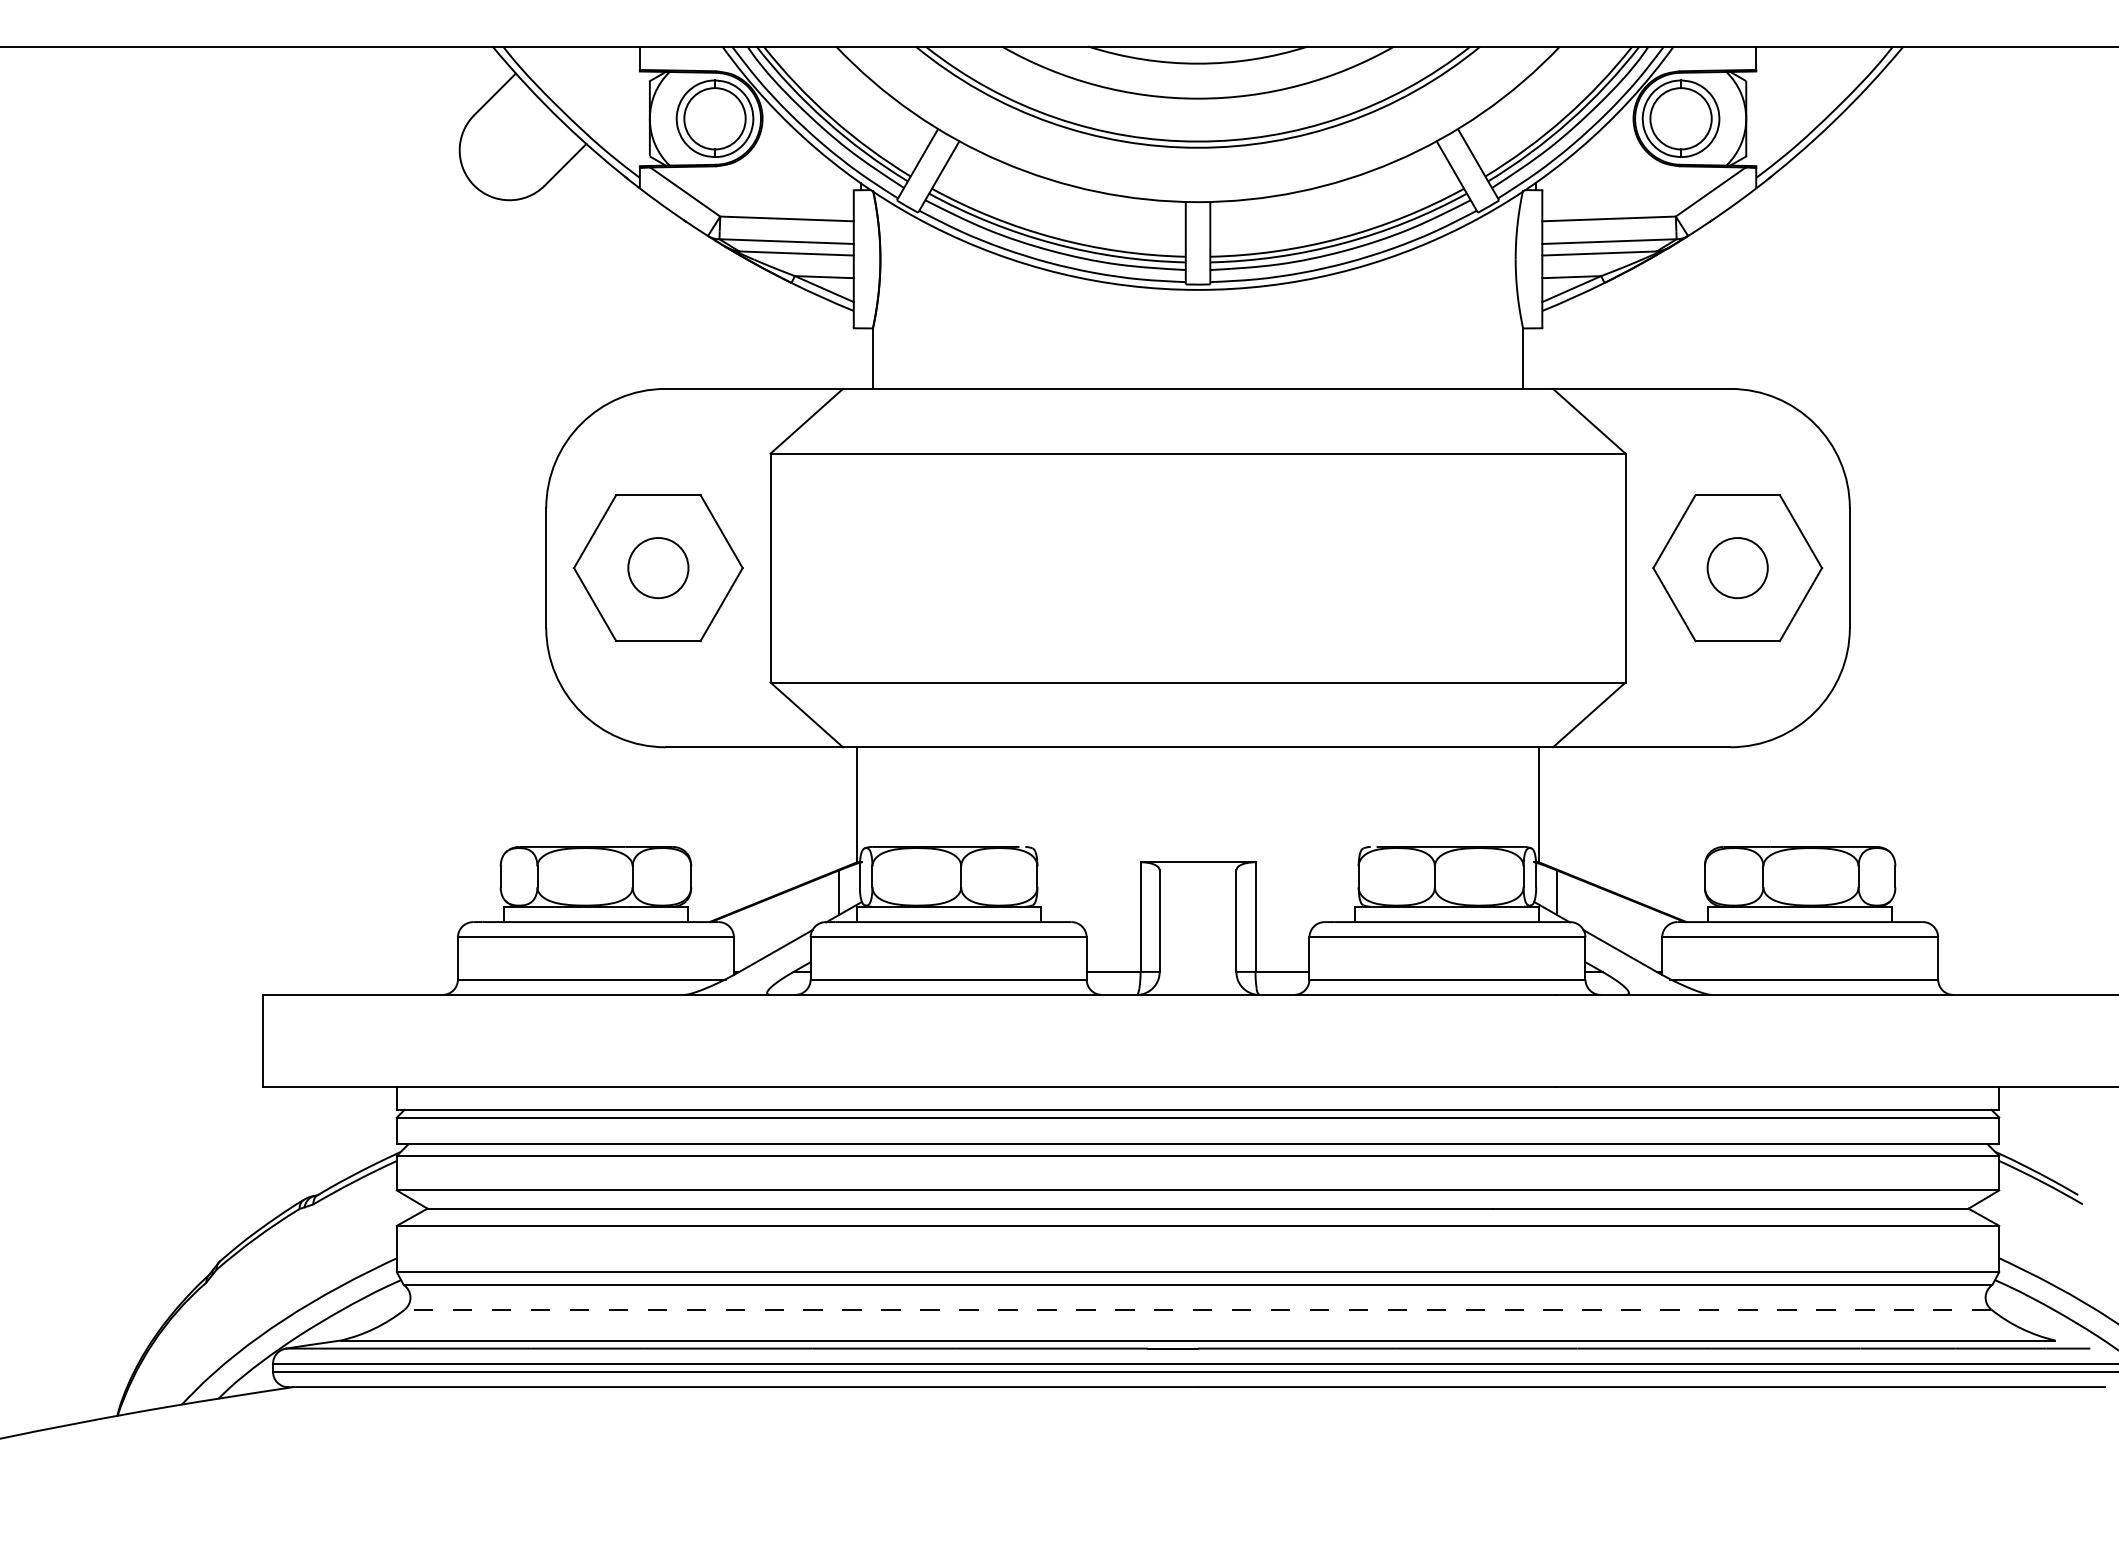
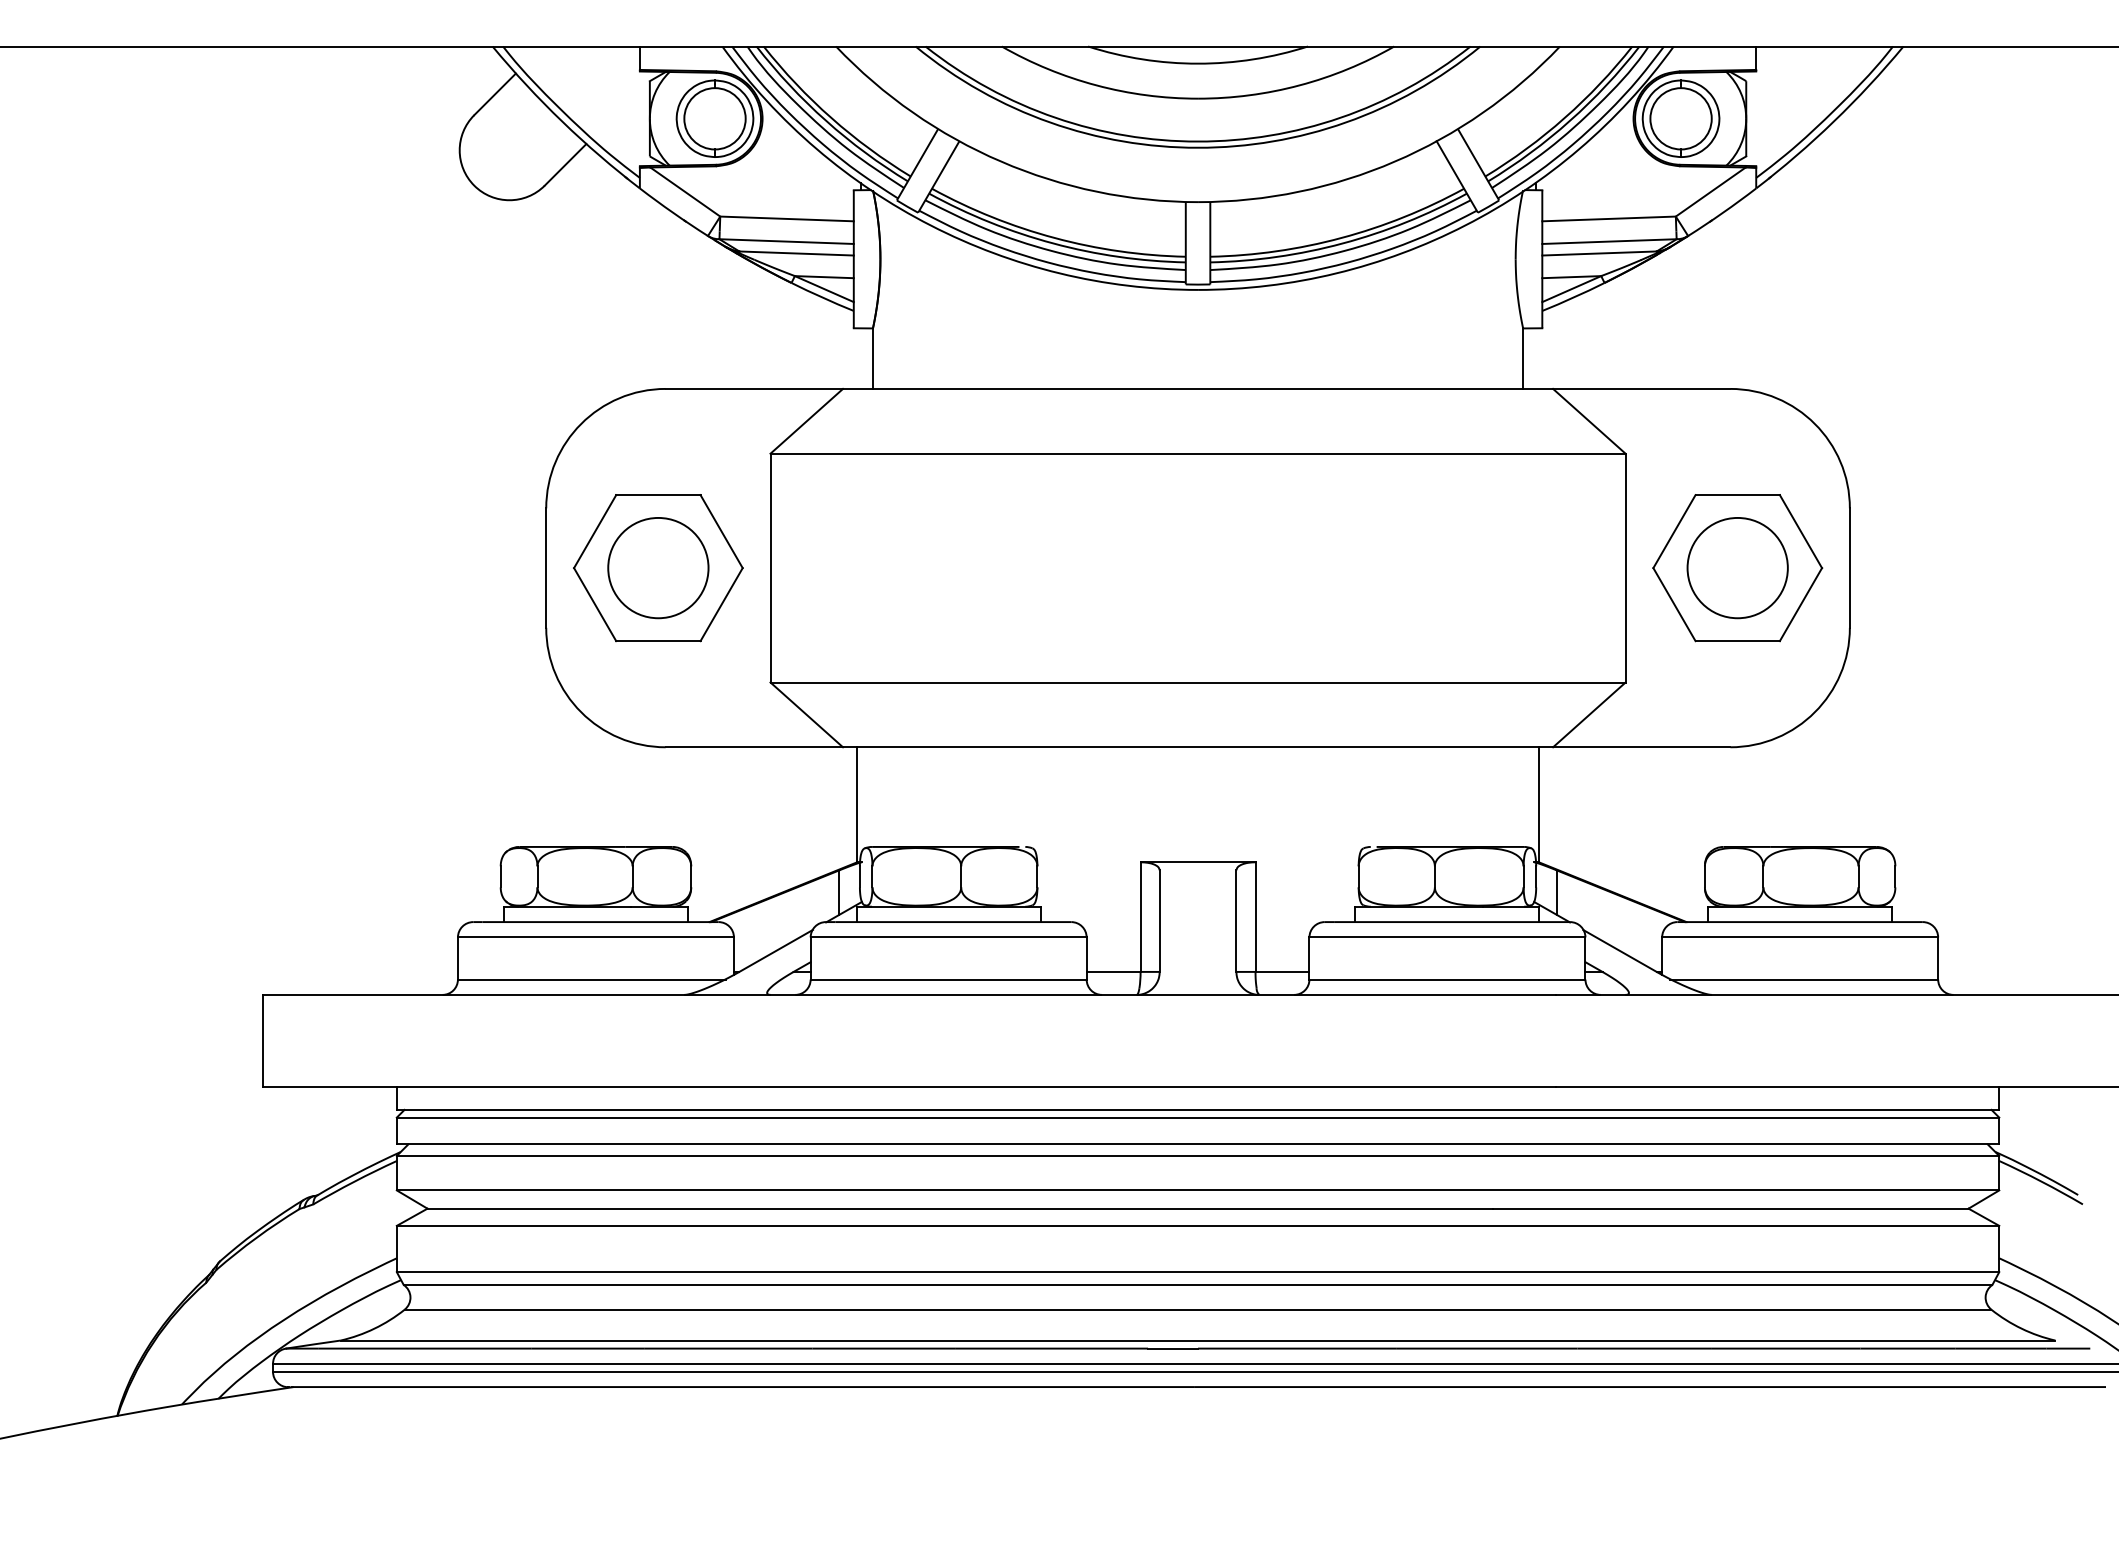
circle at (658, 568) diameter: 60 px -> 100 px
circle at (1737, 568) diameter: 60 px -> 100 px
line at (1197, 1309): dashed -> solid
